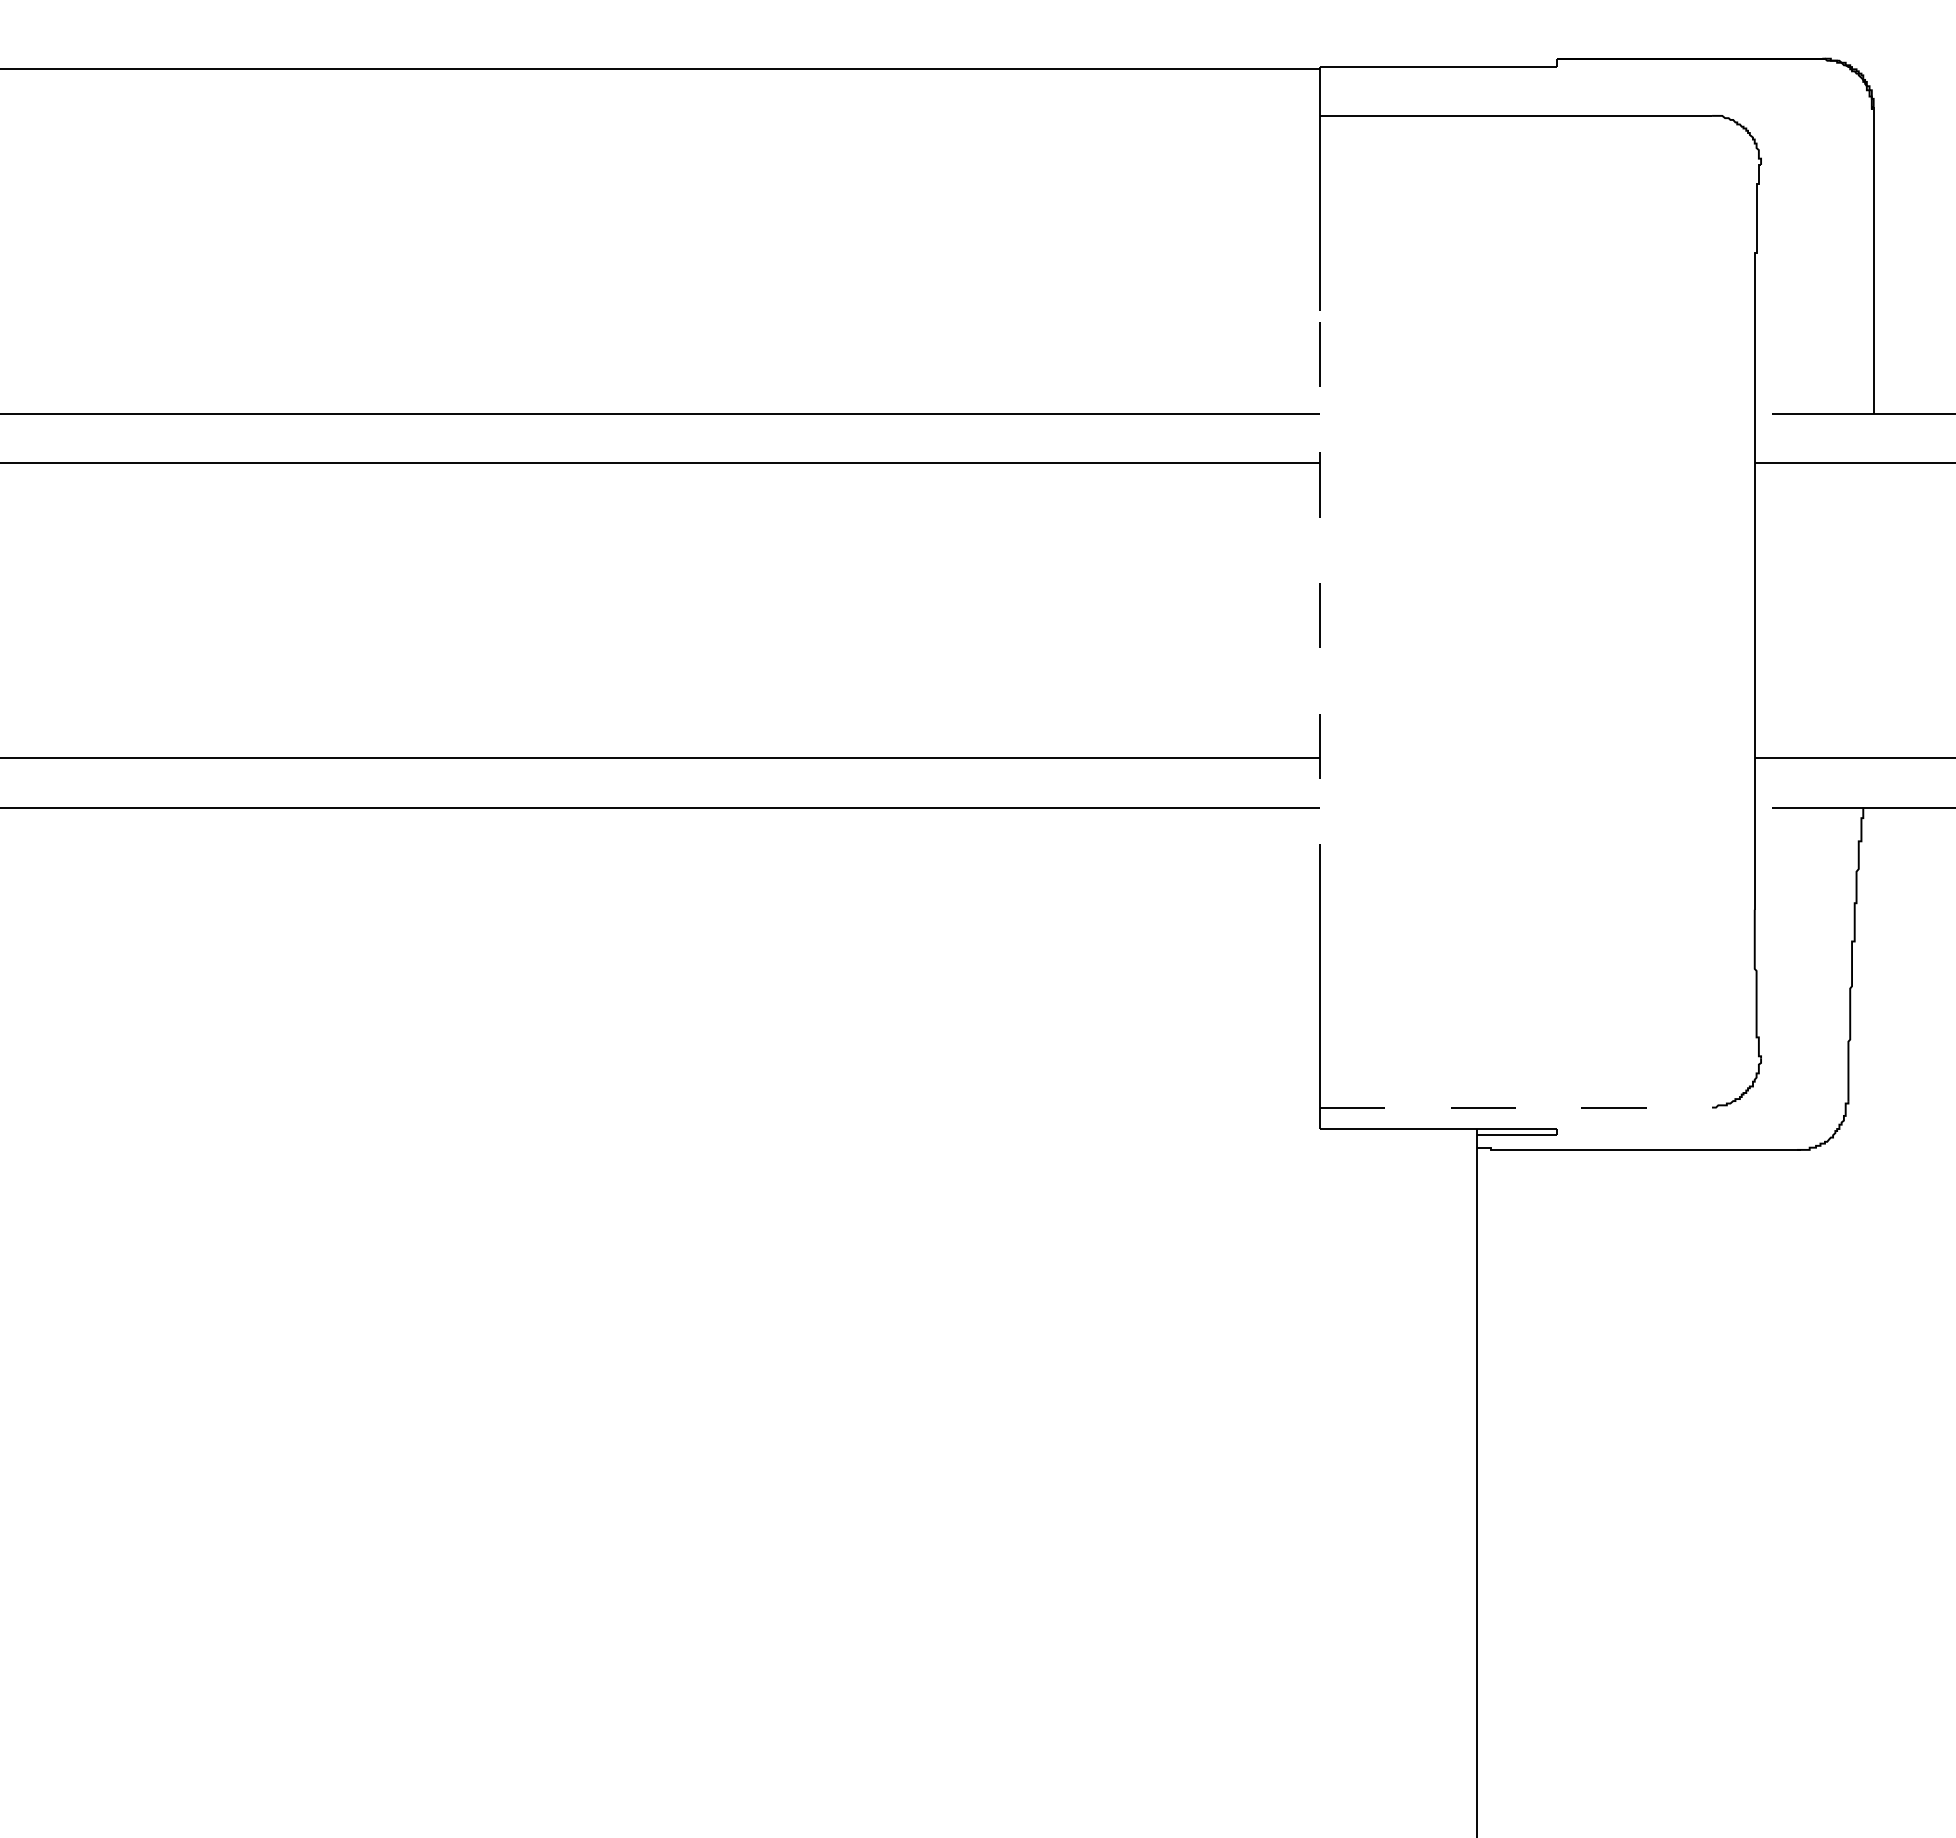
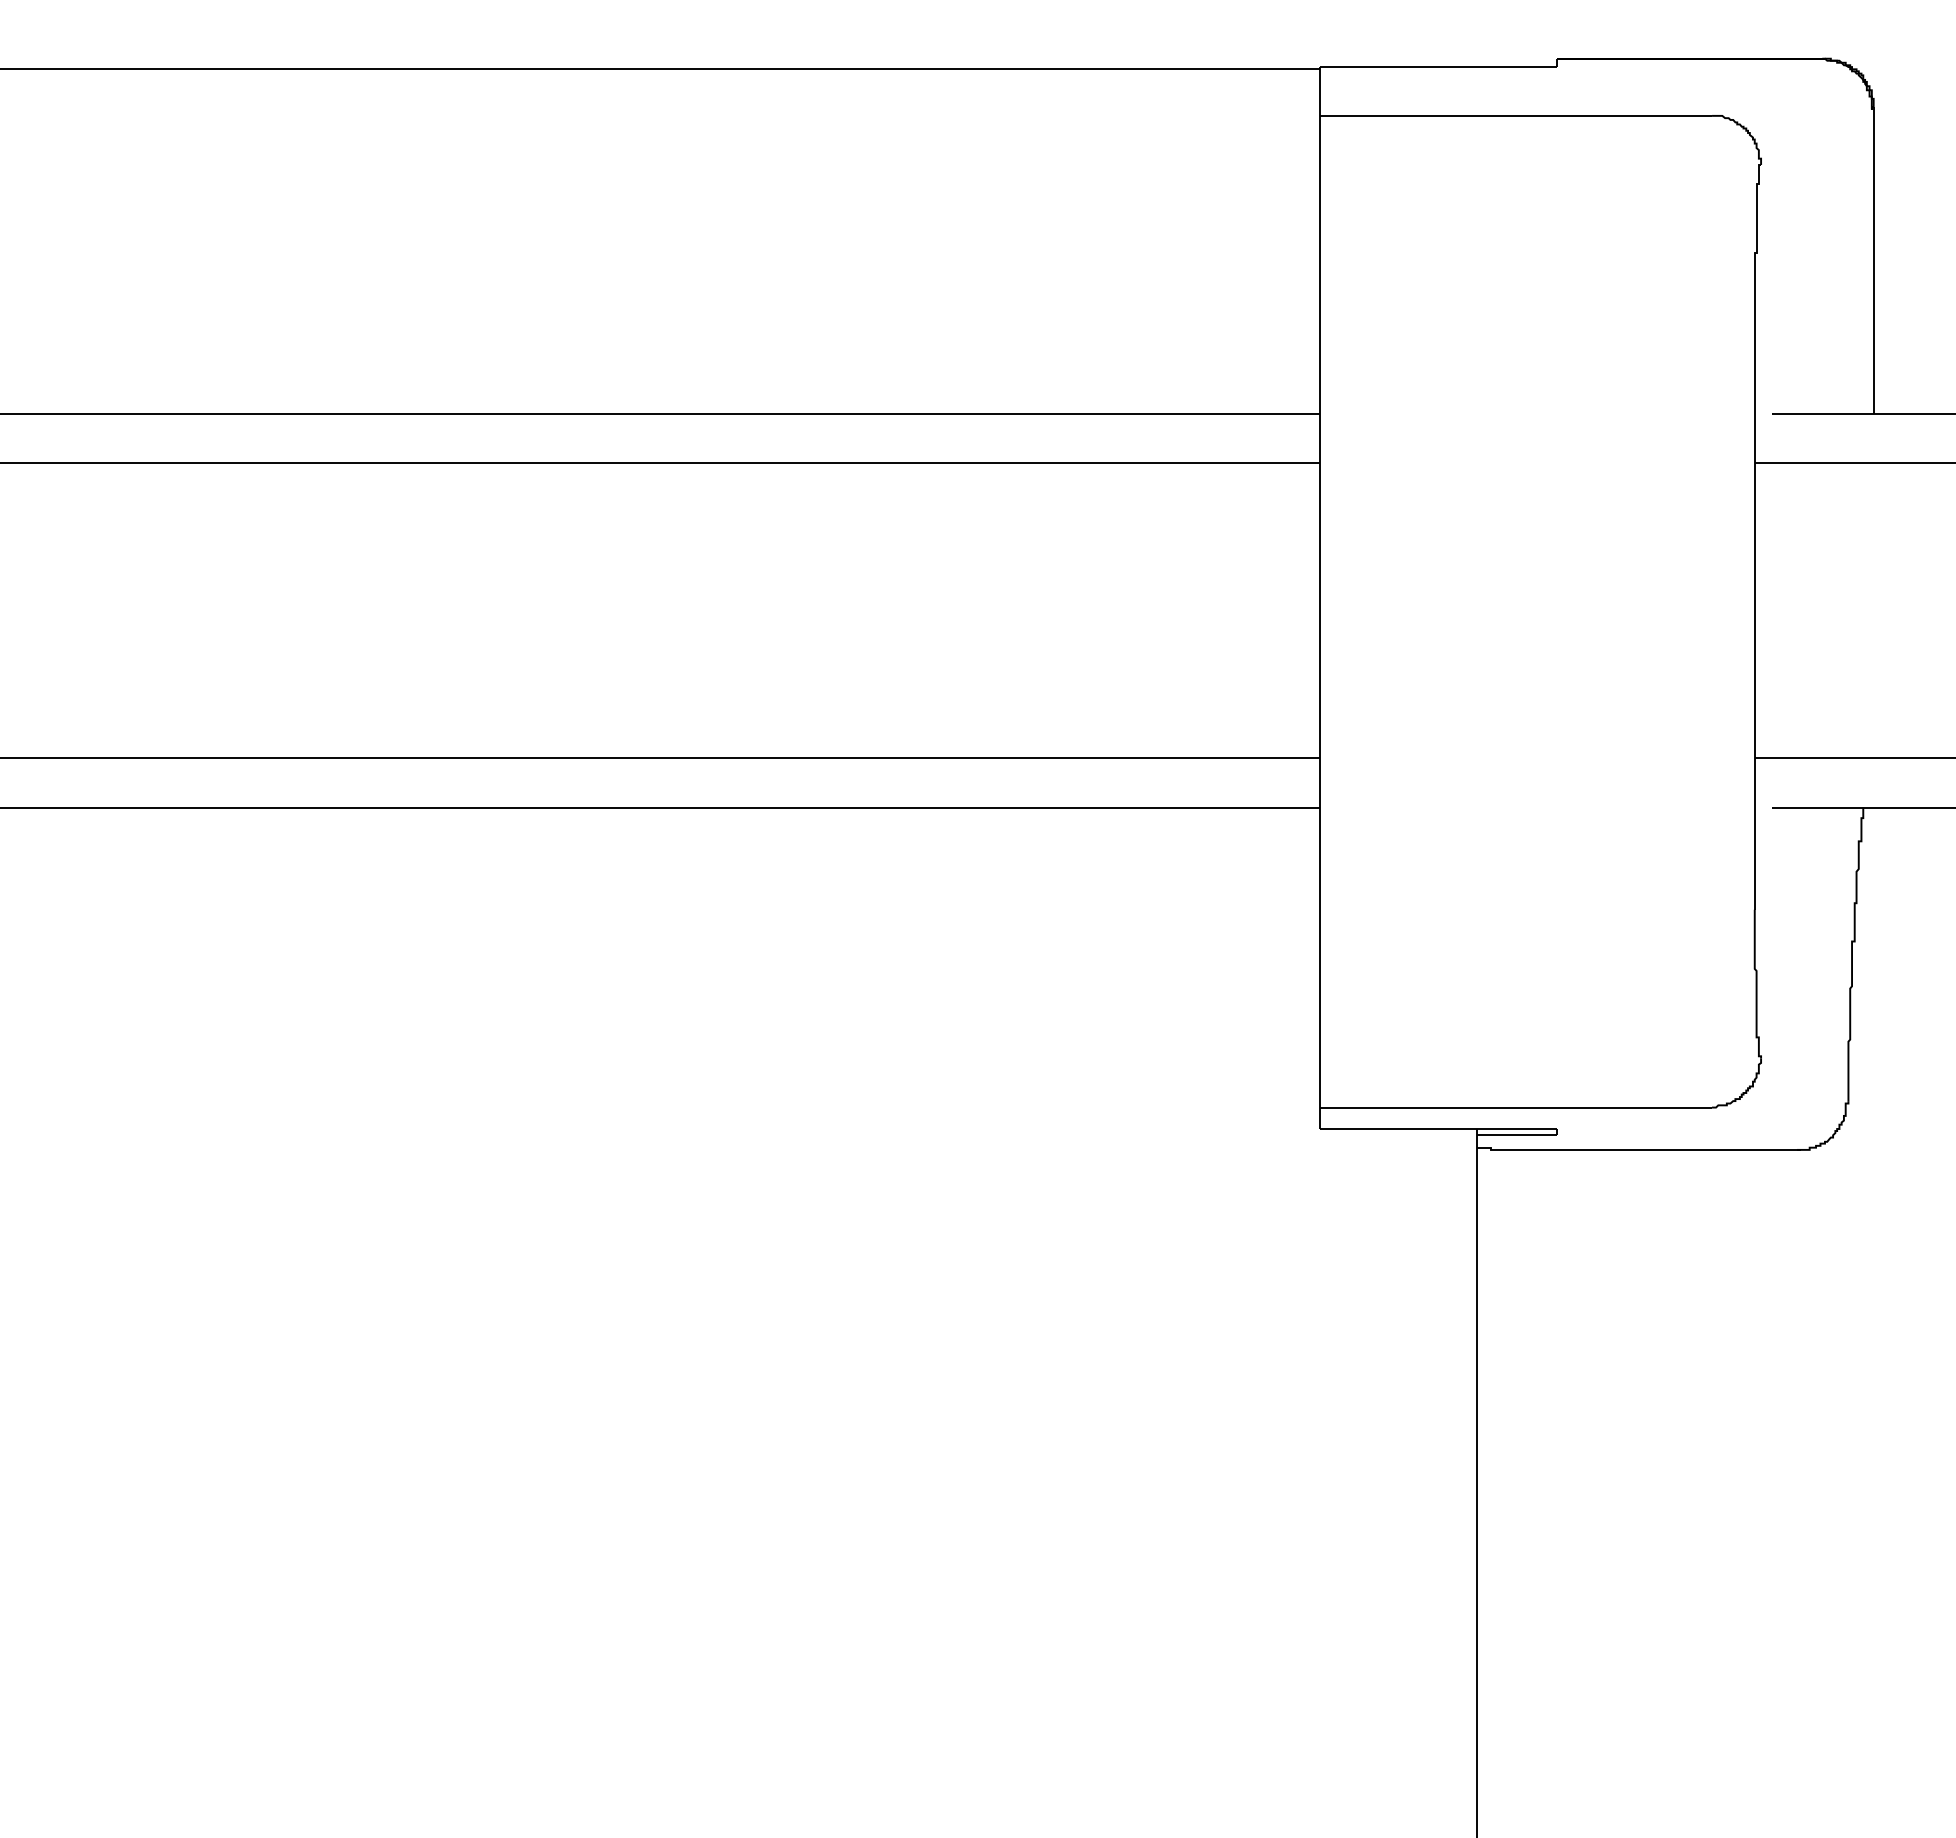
line at (1319, 610): dashed -> solid
line at (1516, 1107): dashed -> solid
